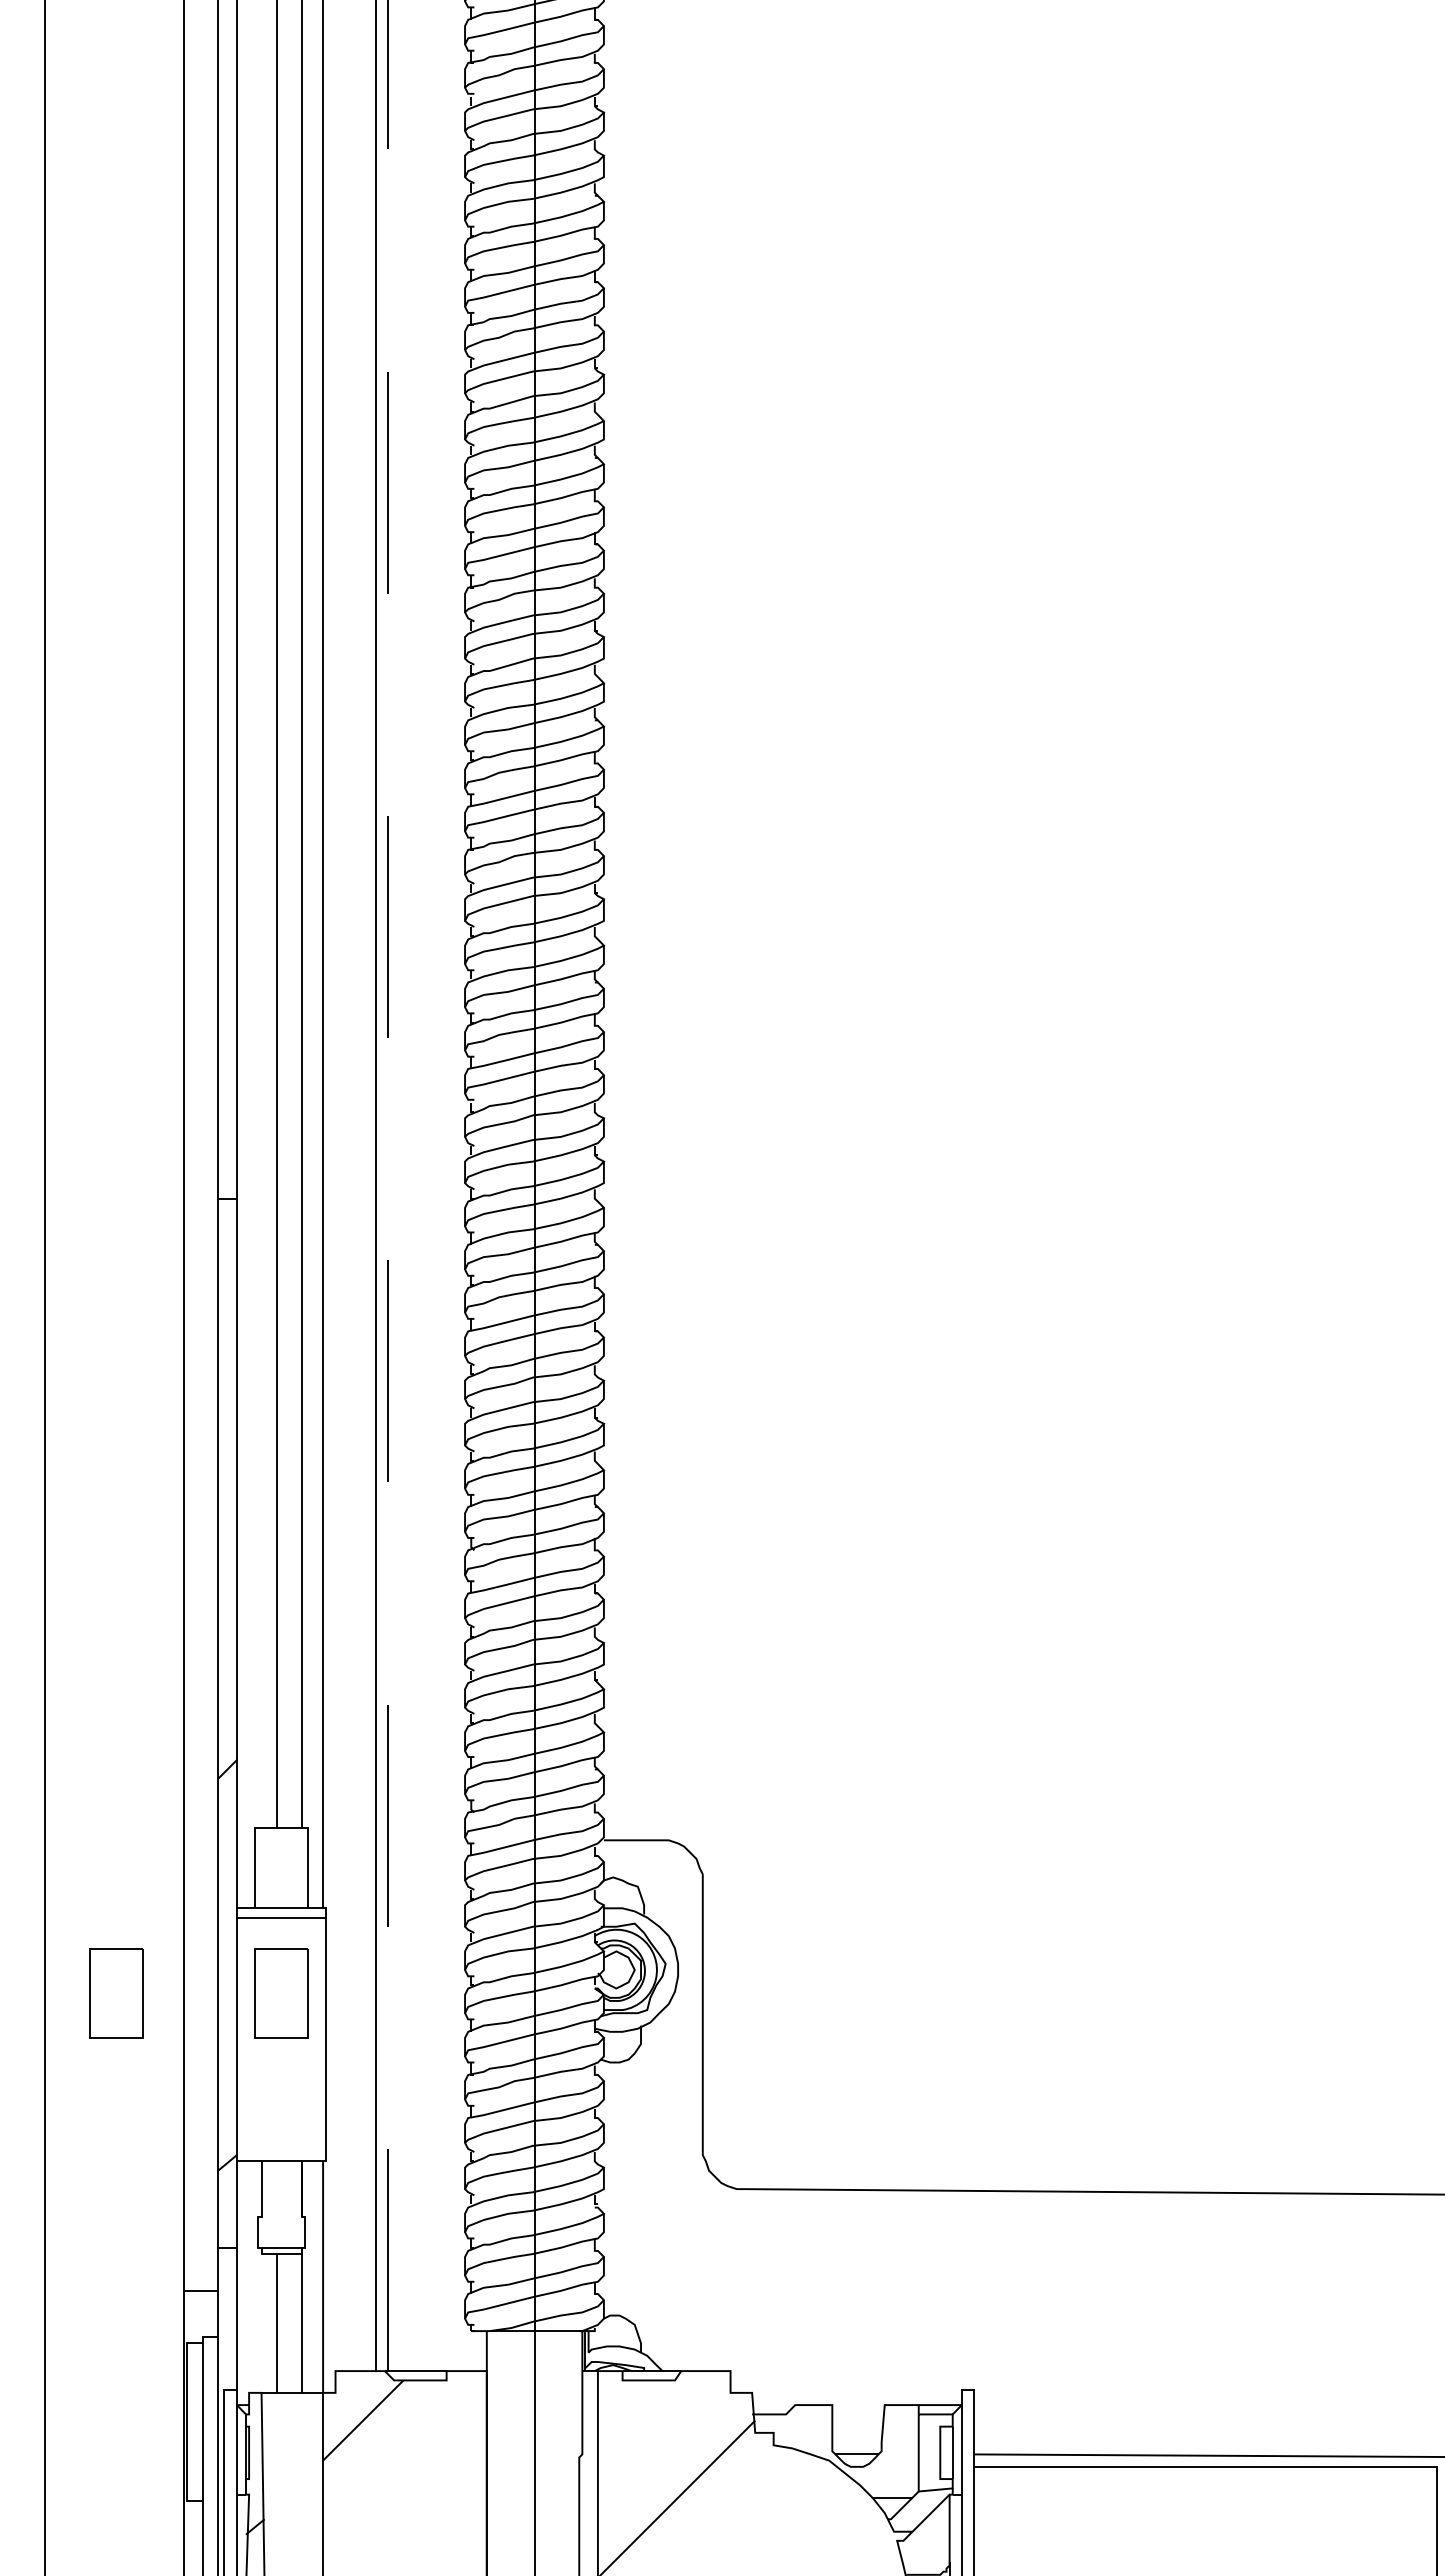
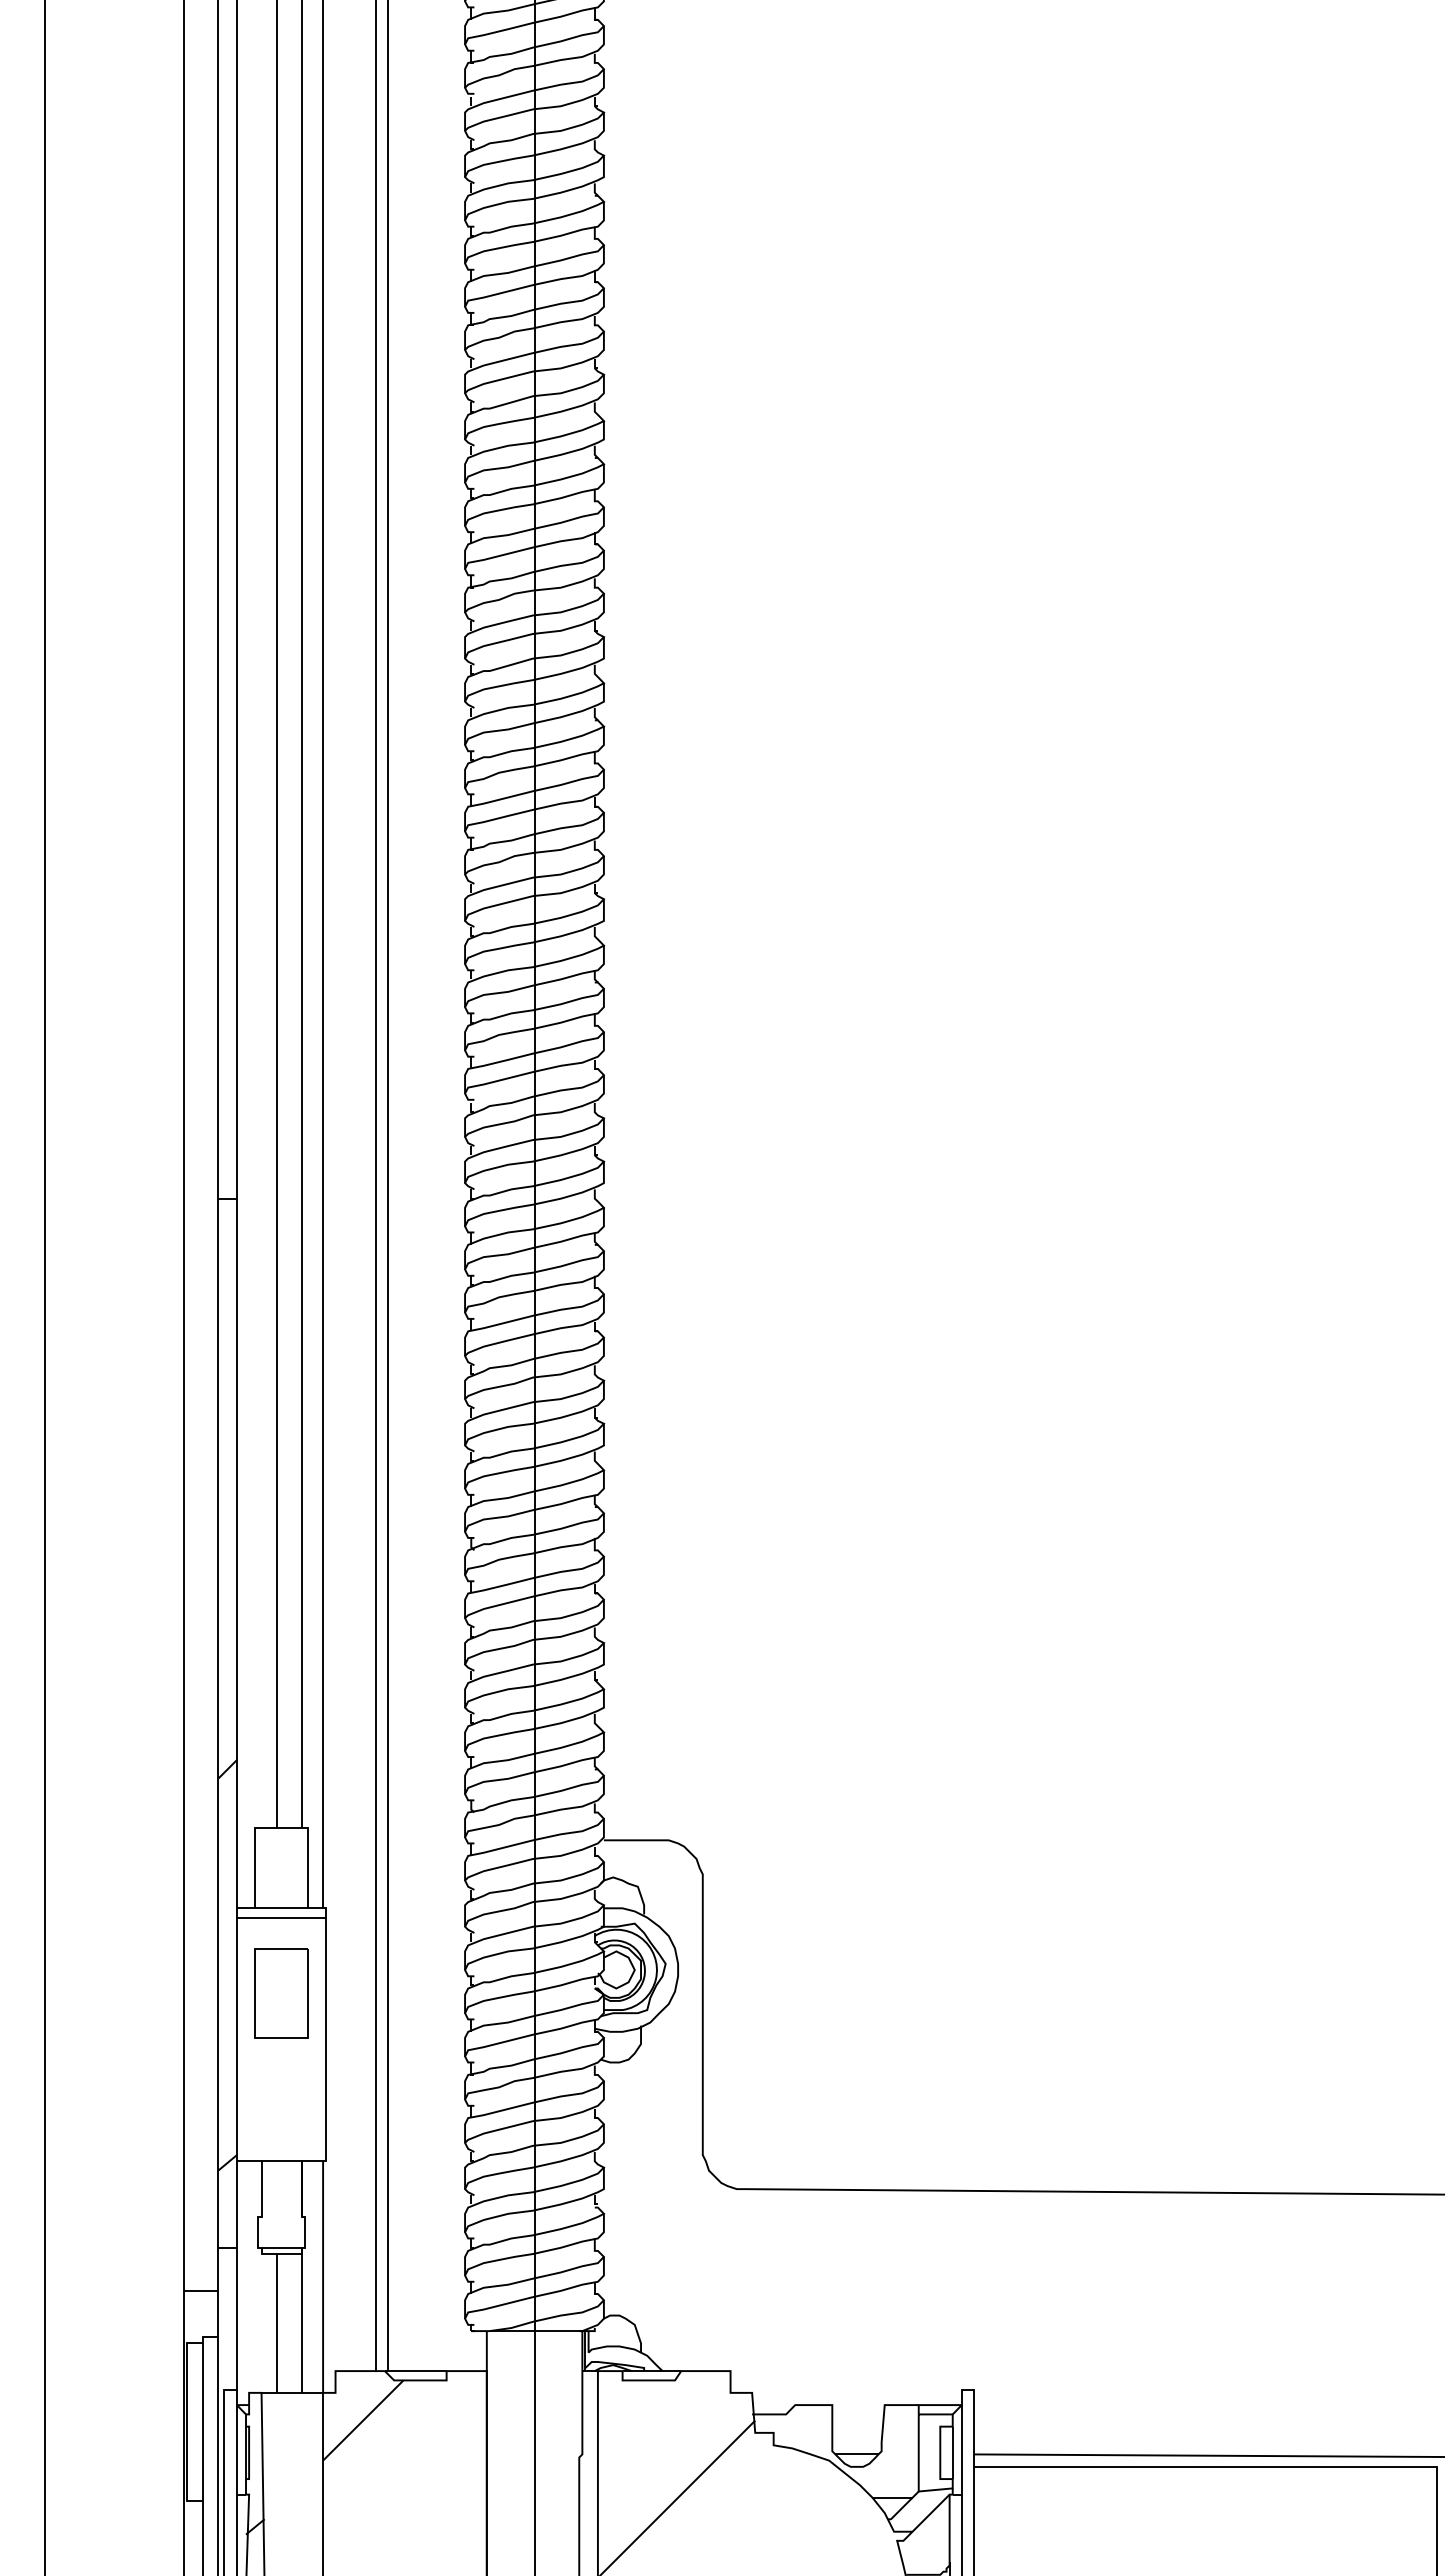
line at (387, 1184): dashed -> solid
part at (116, 1993): present -> none
